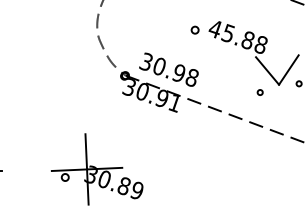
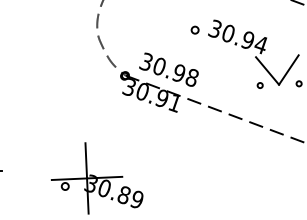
text at (237, 36): 45.88 -> 30.94
circle at (259, 92) position: (259, 92) -> (259, 85)
part at (96, 169) position: (96, 169) -> (96, 178)
